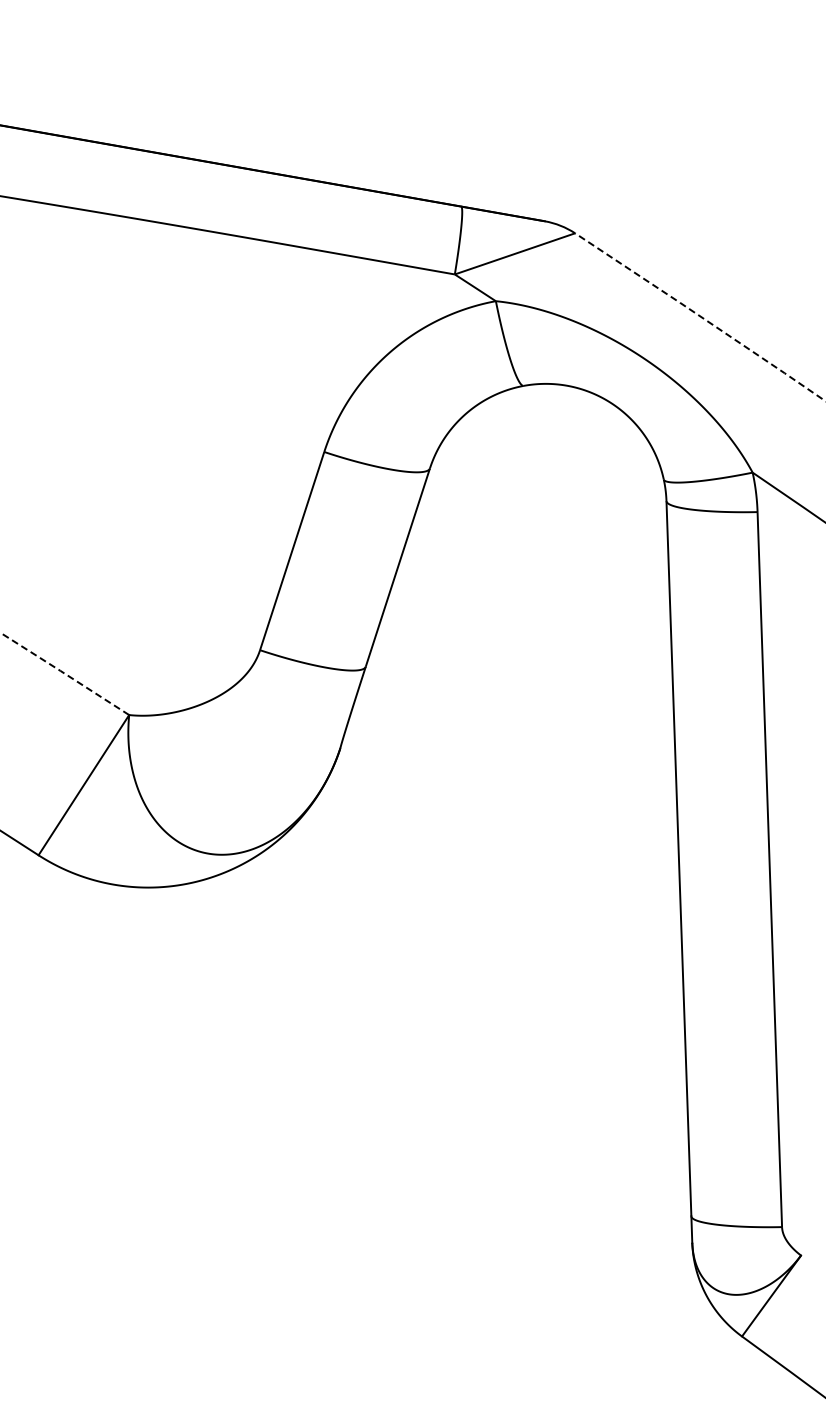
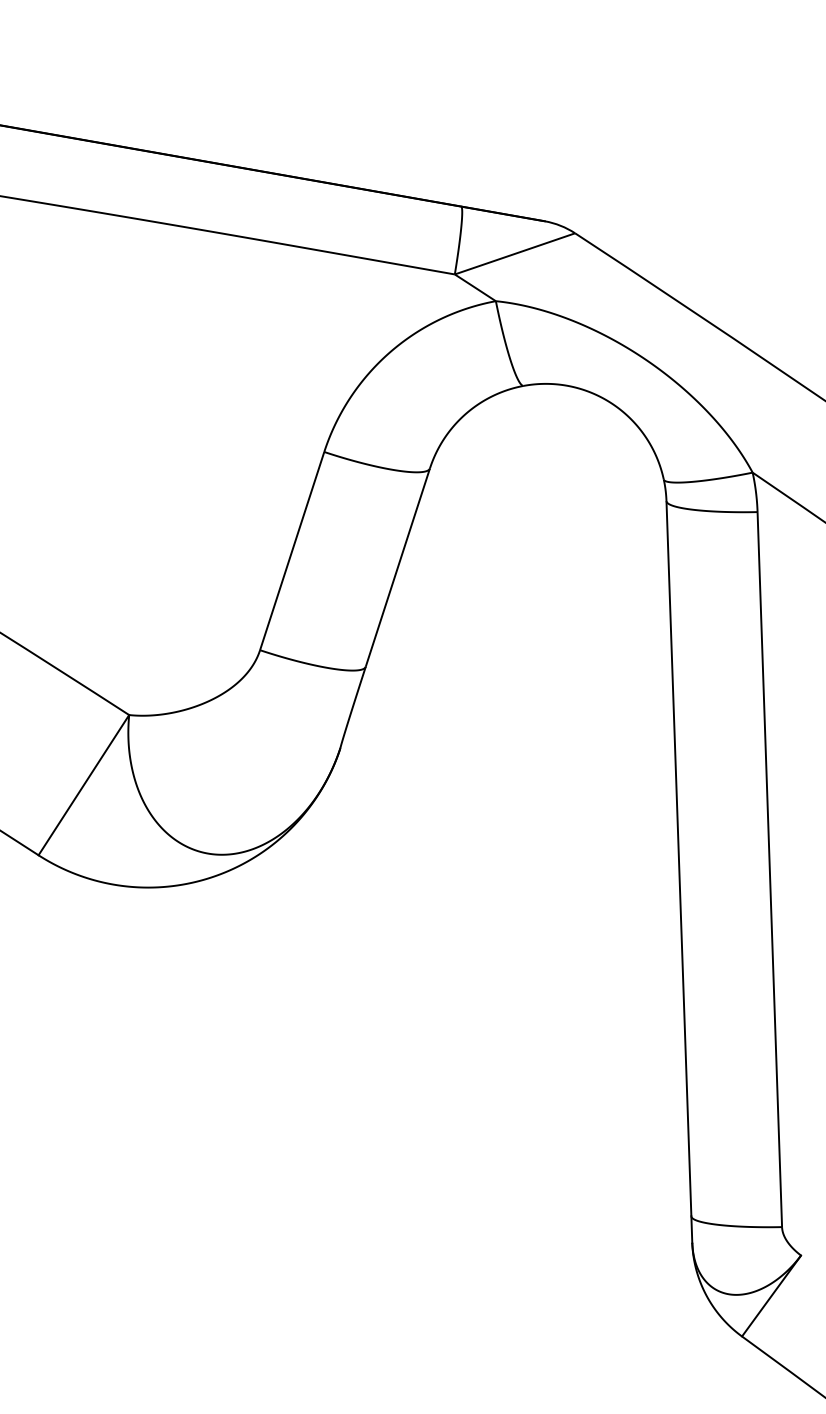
arc at (700, 316): dashed -> solid
arc at (64, 673): dashed -> solid
